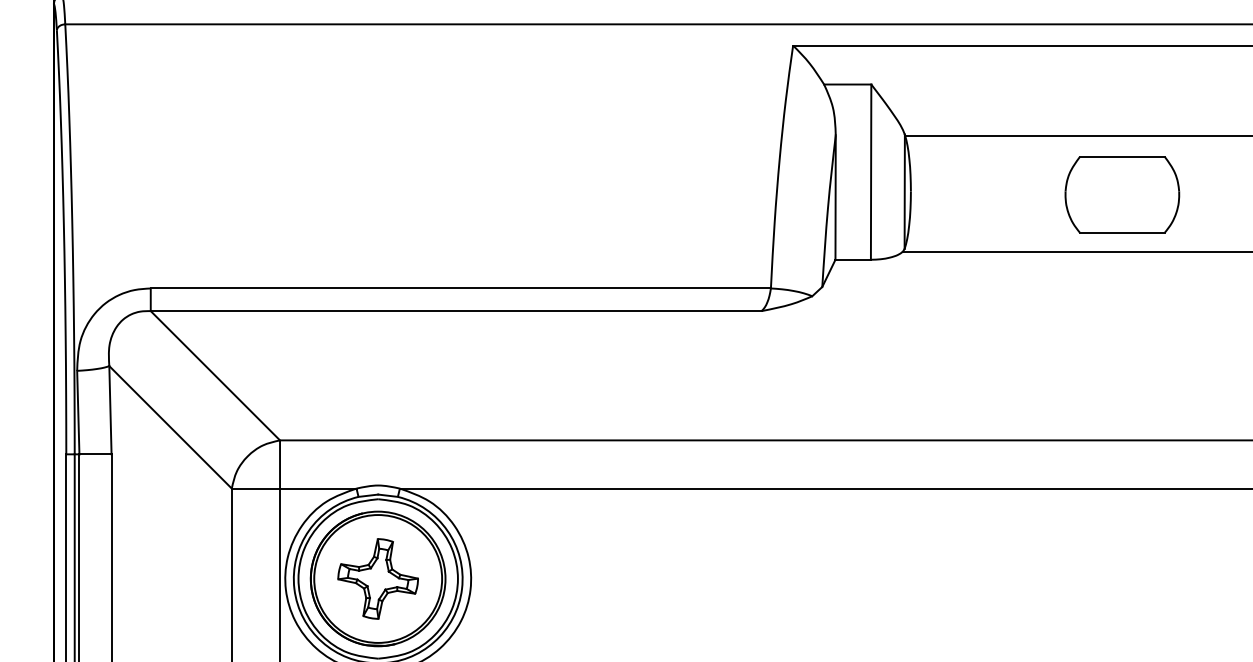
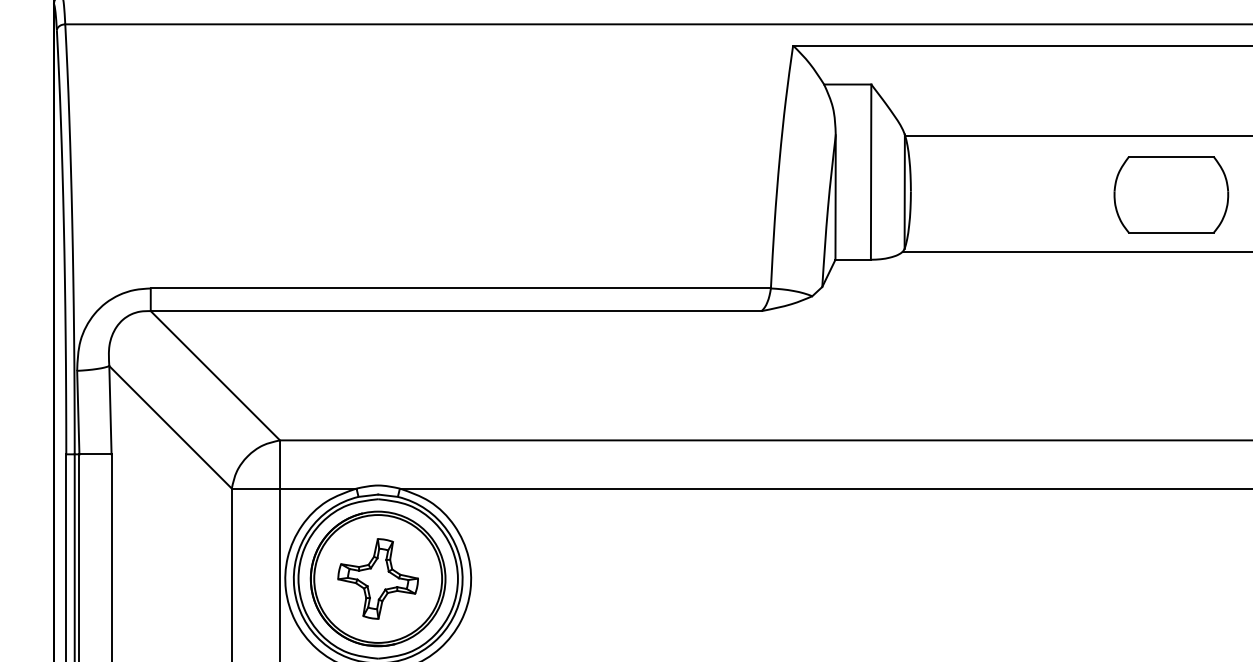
part at (1122, 194) position: (1122, 194) -> (1171, 194)
